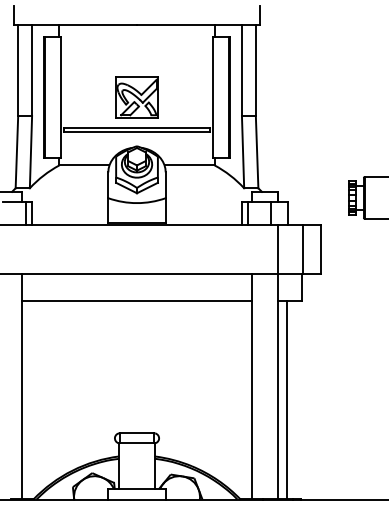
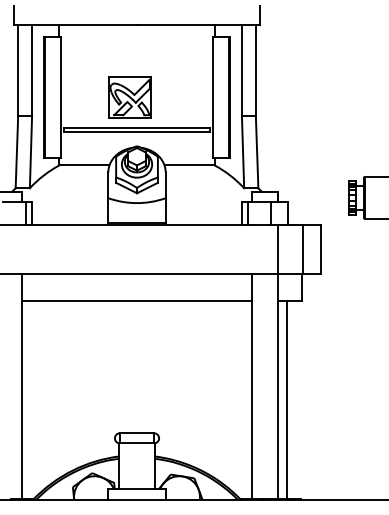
part at (136, 97) position: (136, 97) -> (129, 97)
